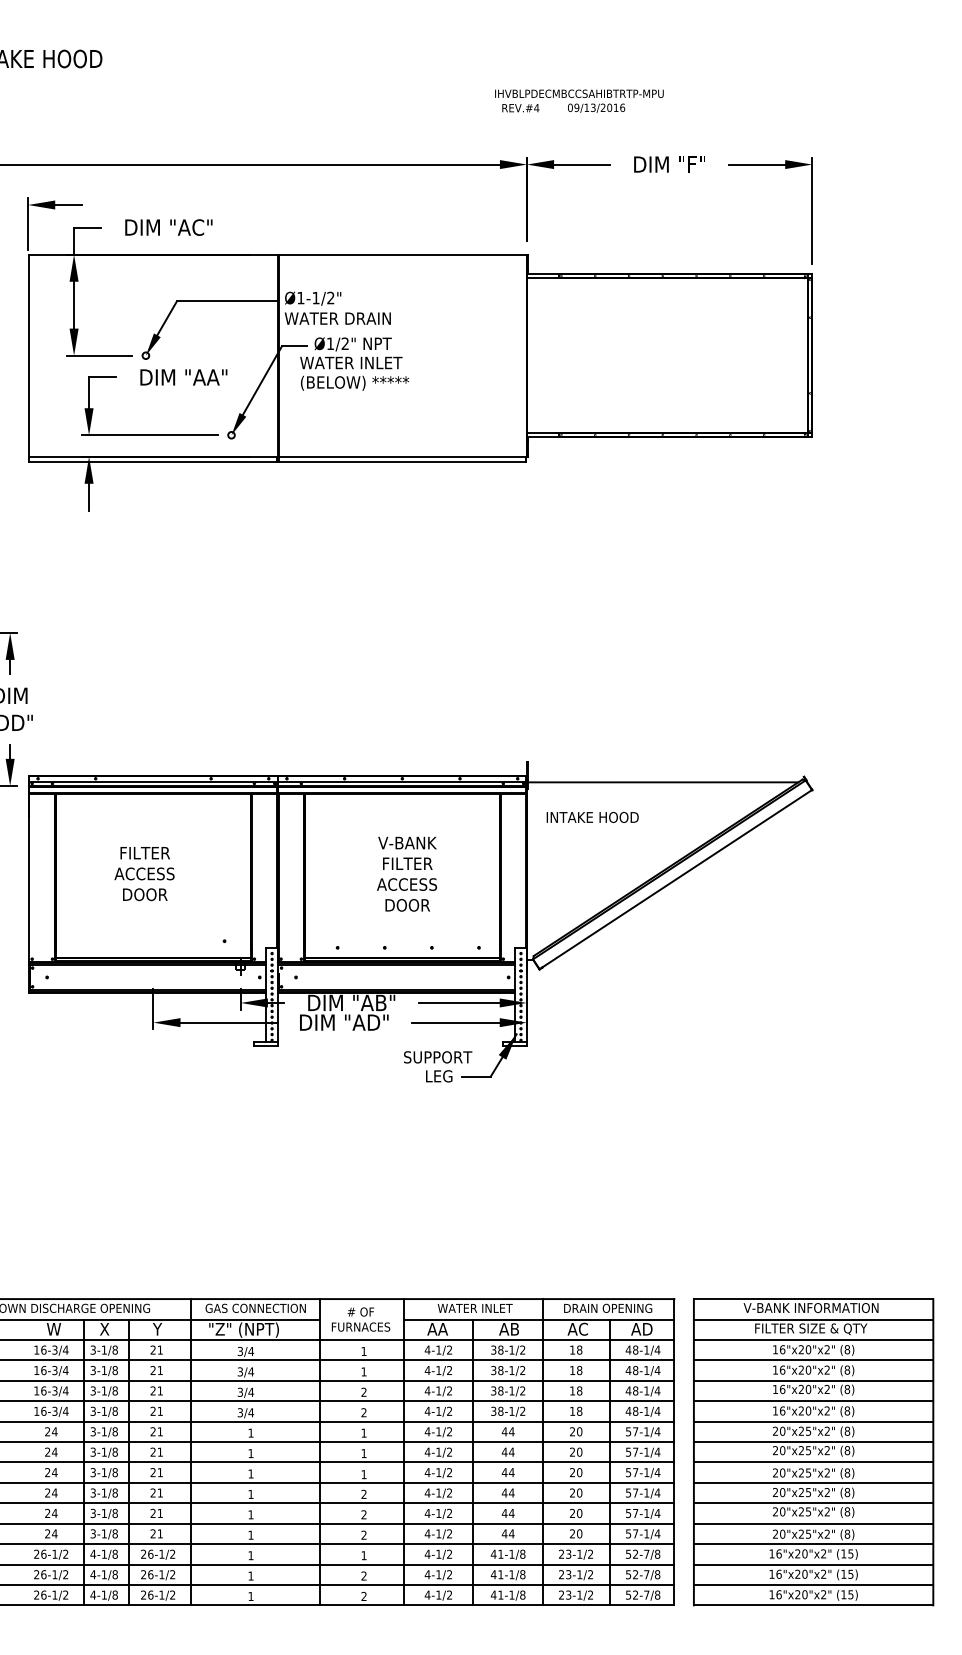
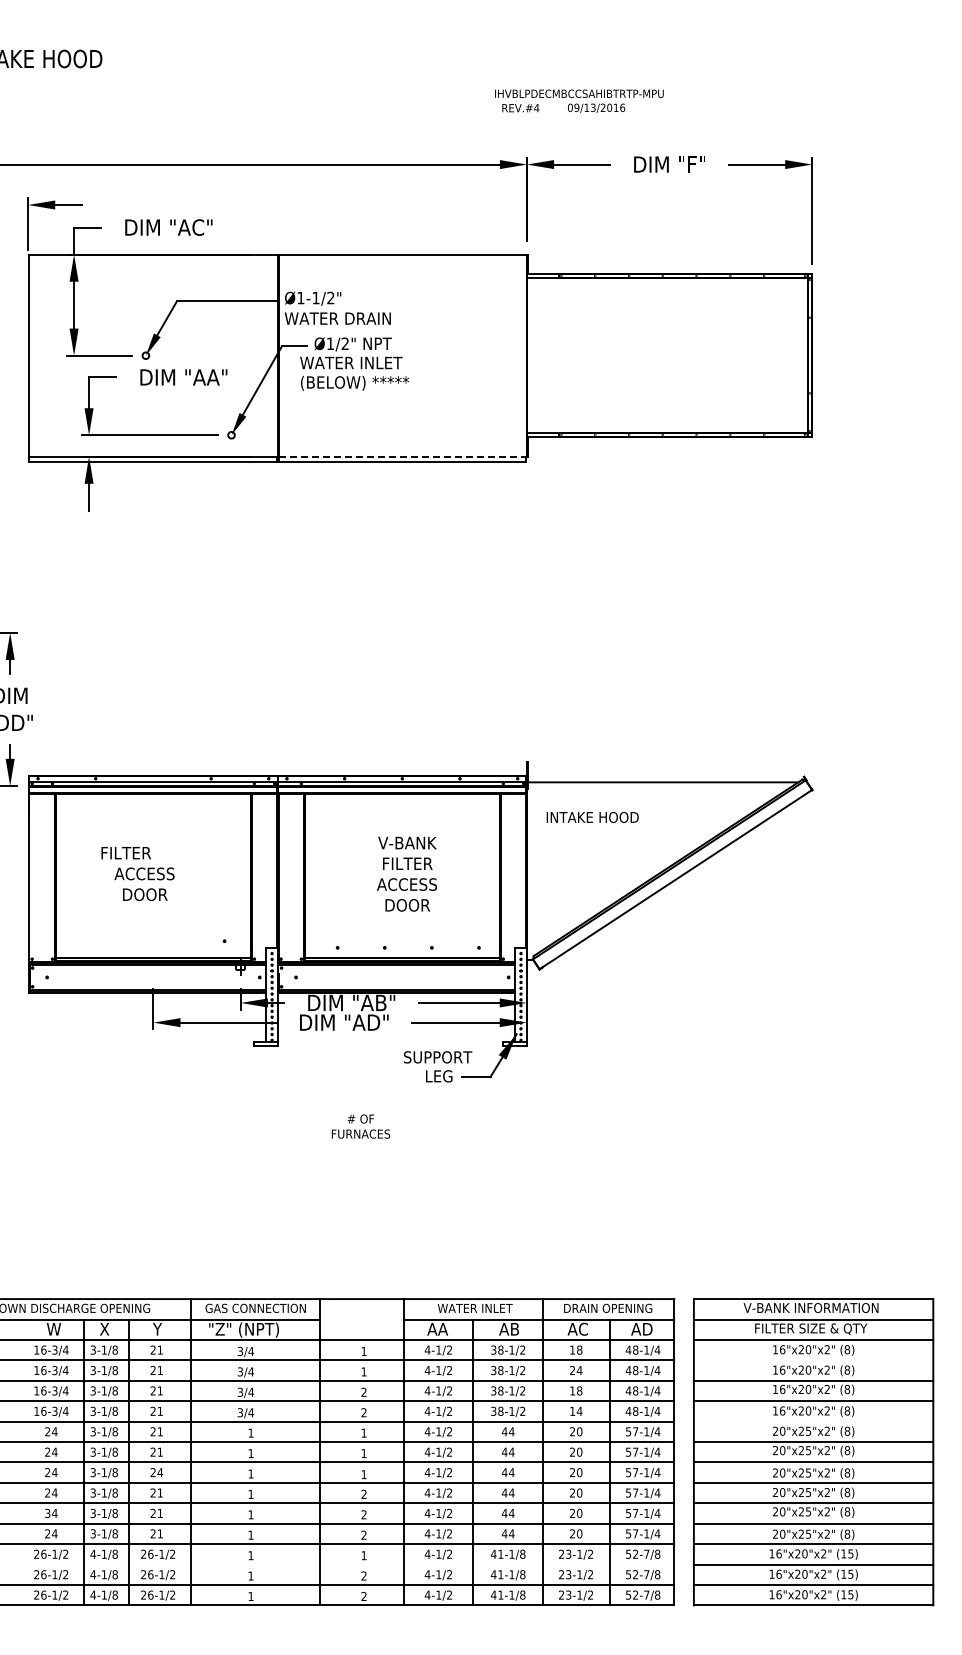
line at (403, 456): solid -> dashed
text at (144, 853) position: (144, 853) -> (125, 853)
text at (360, 1319) position: (360, 1319) -> (360, 1126)
line at (813, 1360): present -> none
text at (576, 1370): 18 -> 24
text at (579, 1410): 18 -> 14
line at (813, 1421): present -> none
text at (160, 1472): 21 -> 24
text at (47, 1513): 24 -> 34
line at (338, 1564): present -> none
